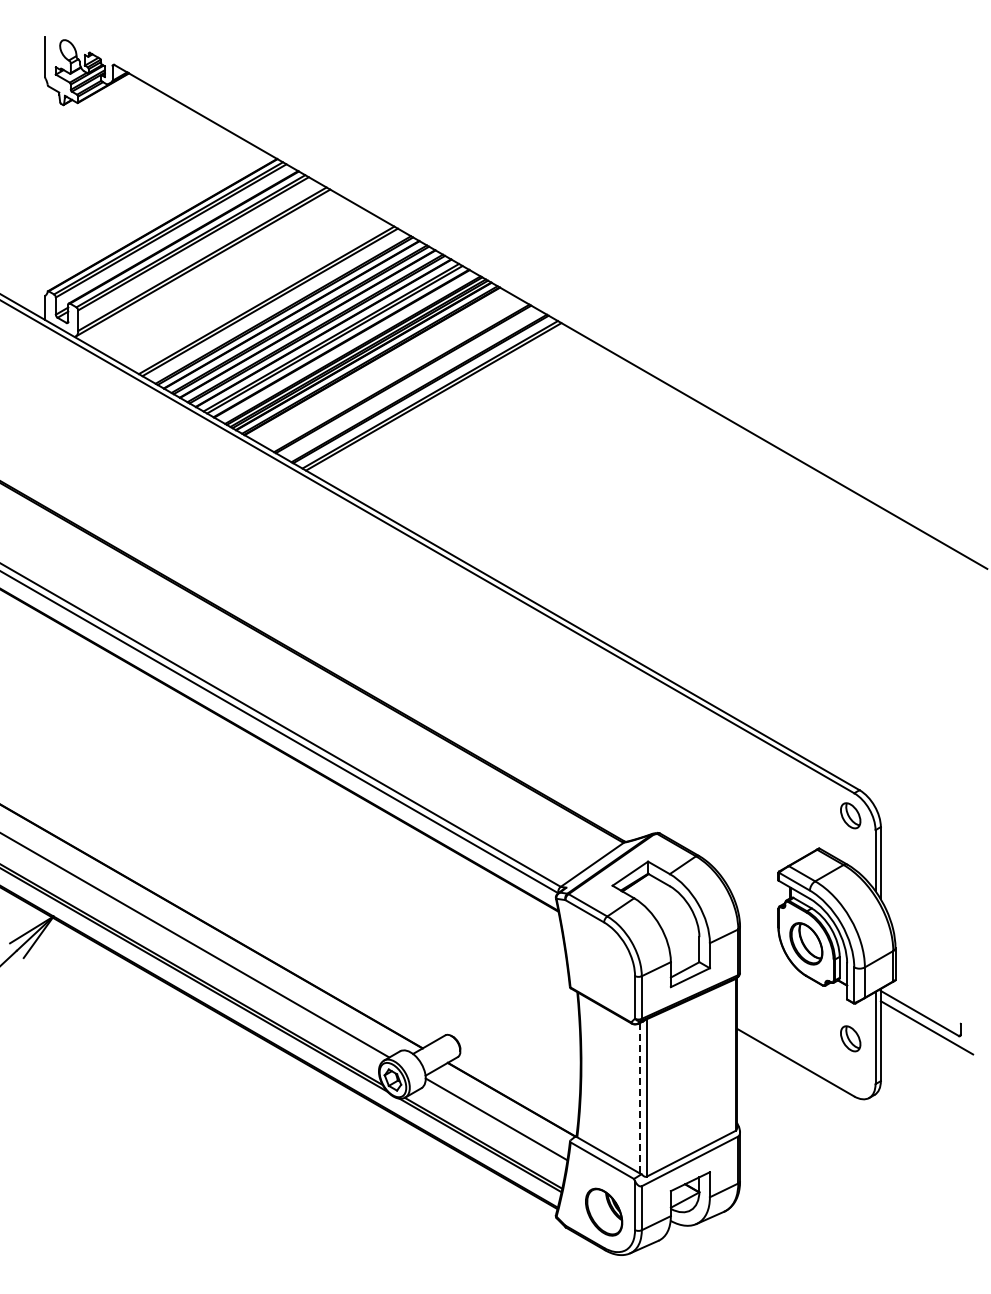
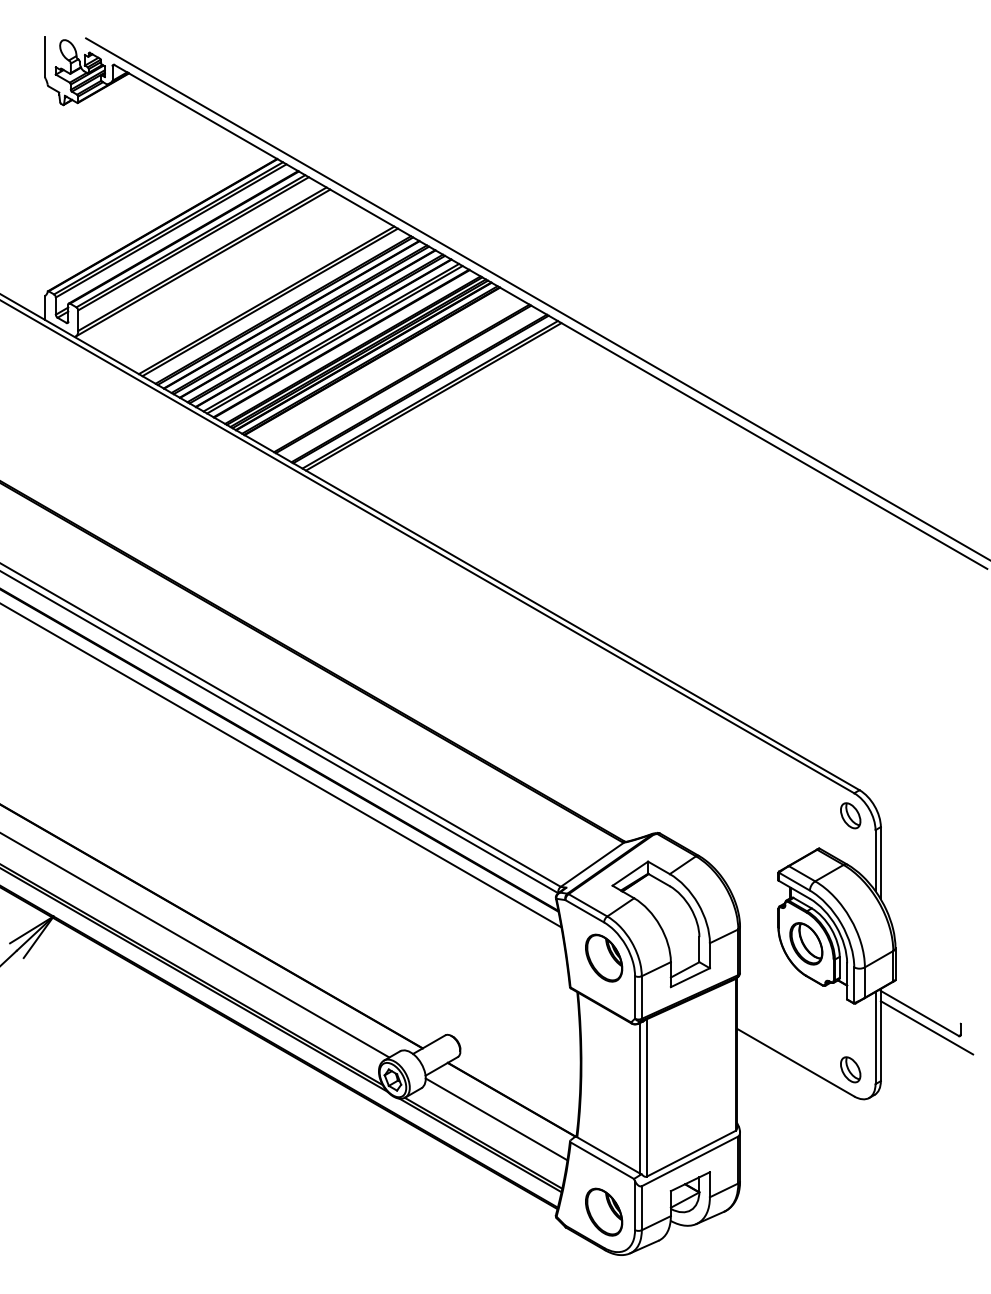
line at (536, 298): none -> present
line at (281, 765): none -> present
part at (604, 957): none -> present
part at (850, 1038) position: (850, 1038) -> (850, 1069)
line at (640, 1098): dashed -> solid
